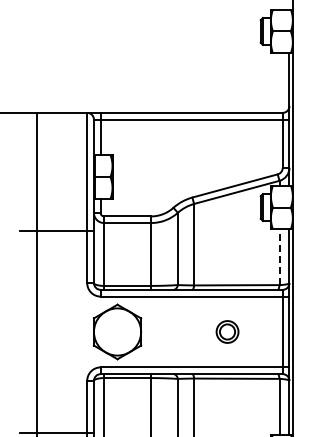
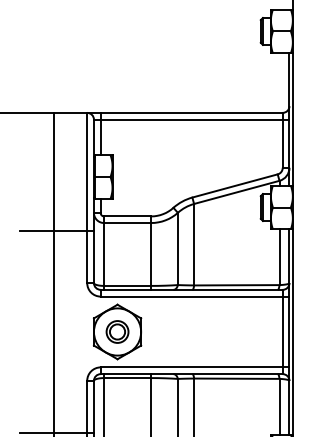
line at (279, 257): dashed -> solid
line at (36, 272) position: (36, 272) -> (53, 272)
part at (227, 331) position: (227, 331) -> (117, 331)
